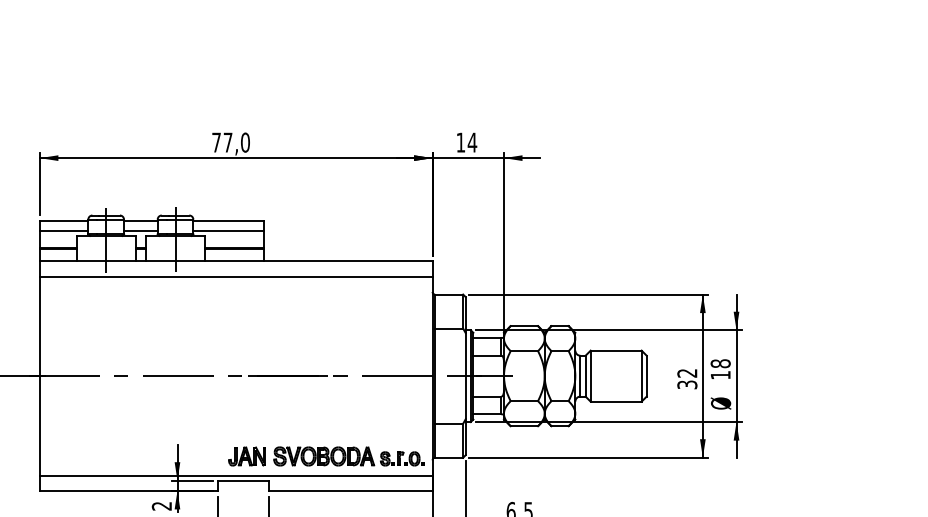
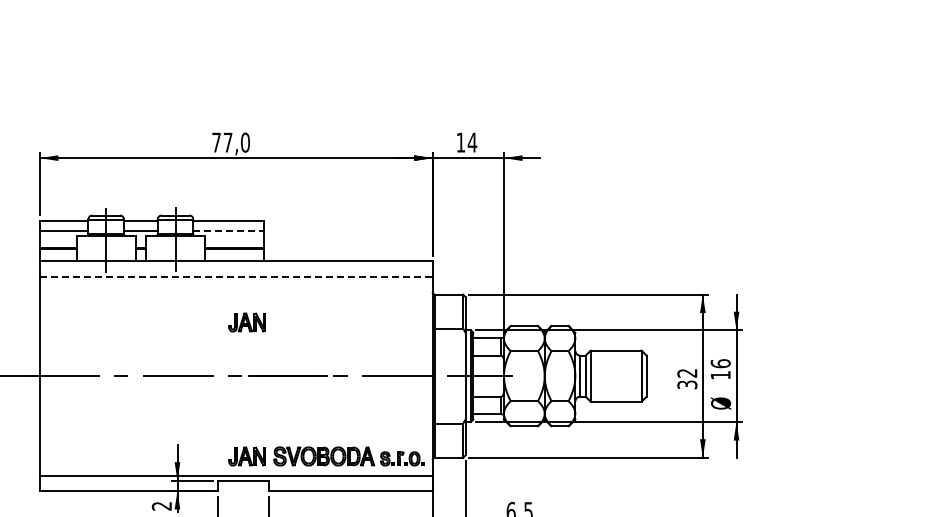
line at (229, 230): solid -> dashed
line at (236, 276): solid -> dashed
part at (246, 322): none -> present
text at (720, 363): 18 -> 16
